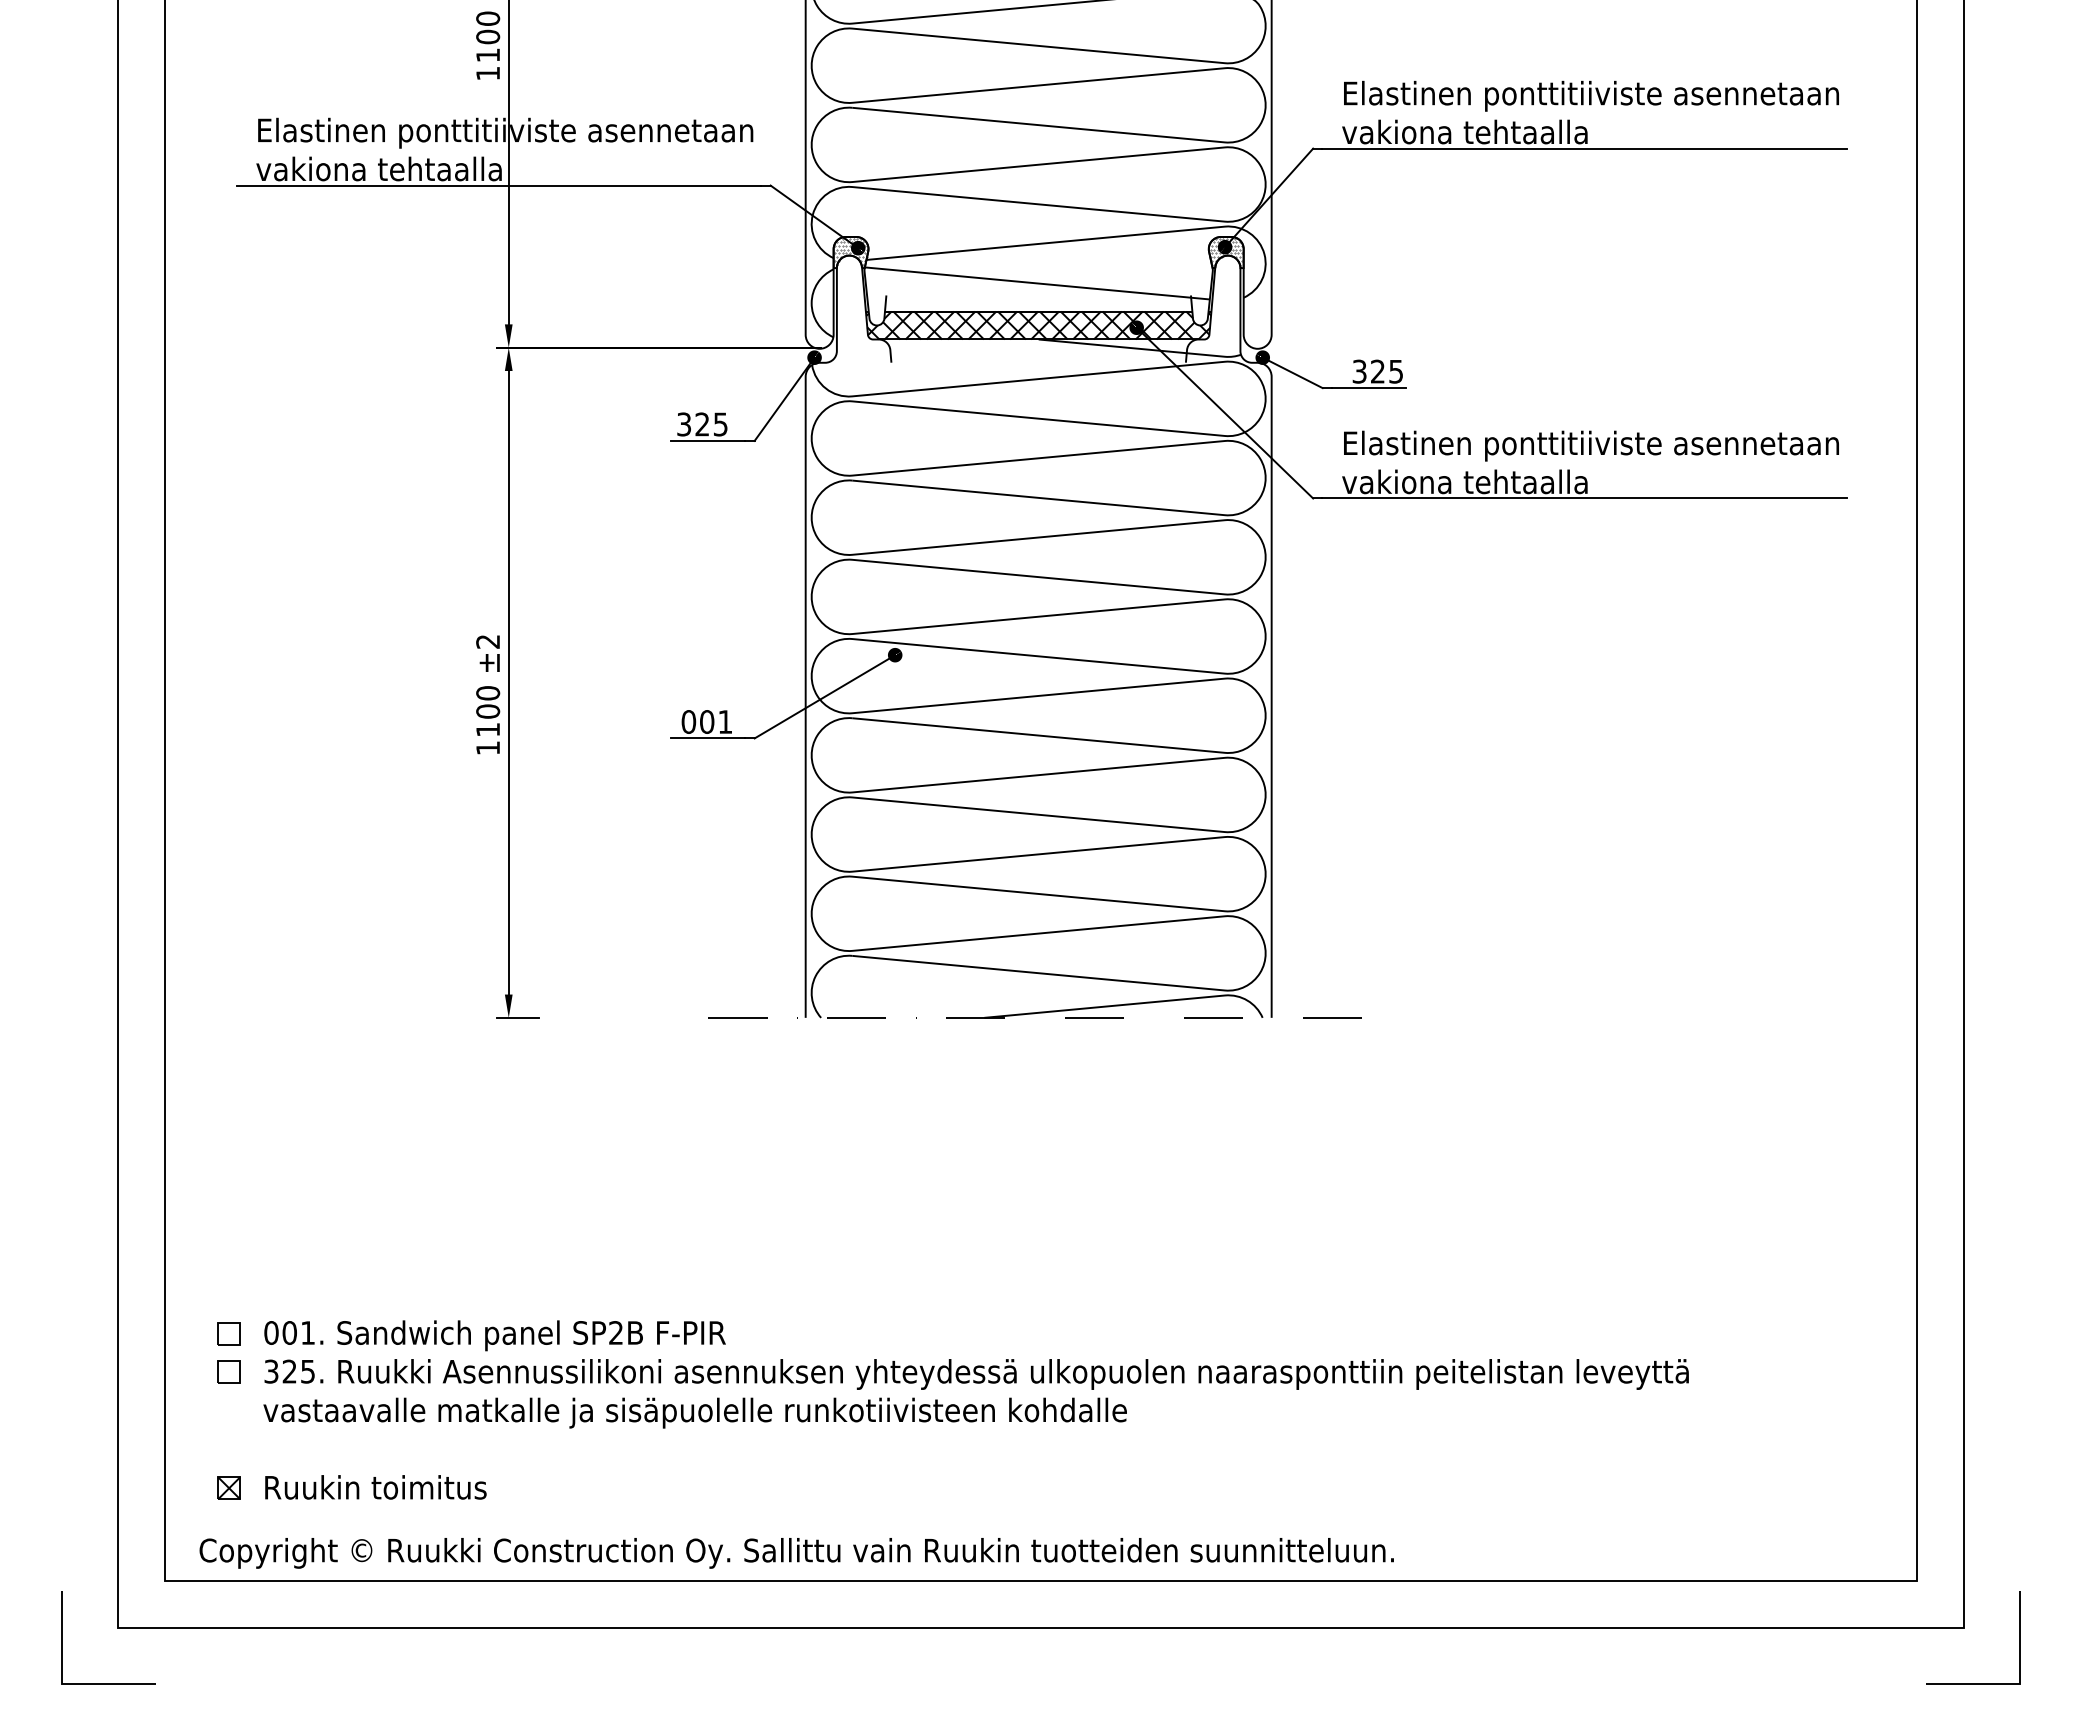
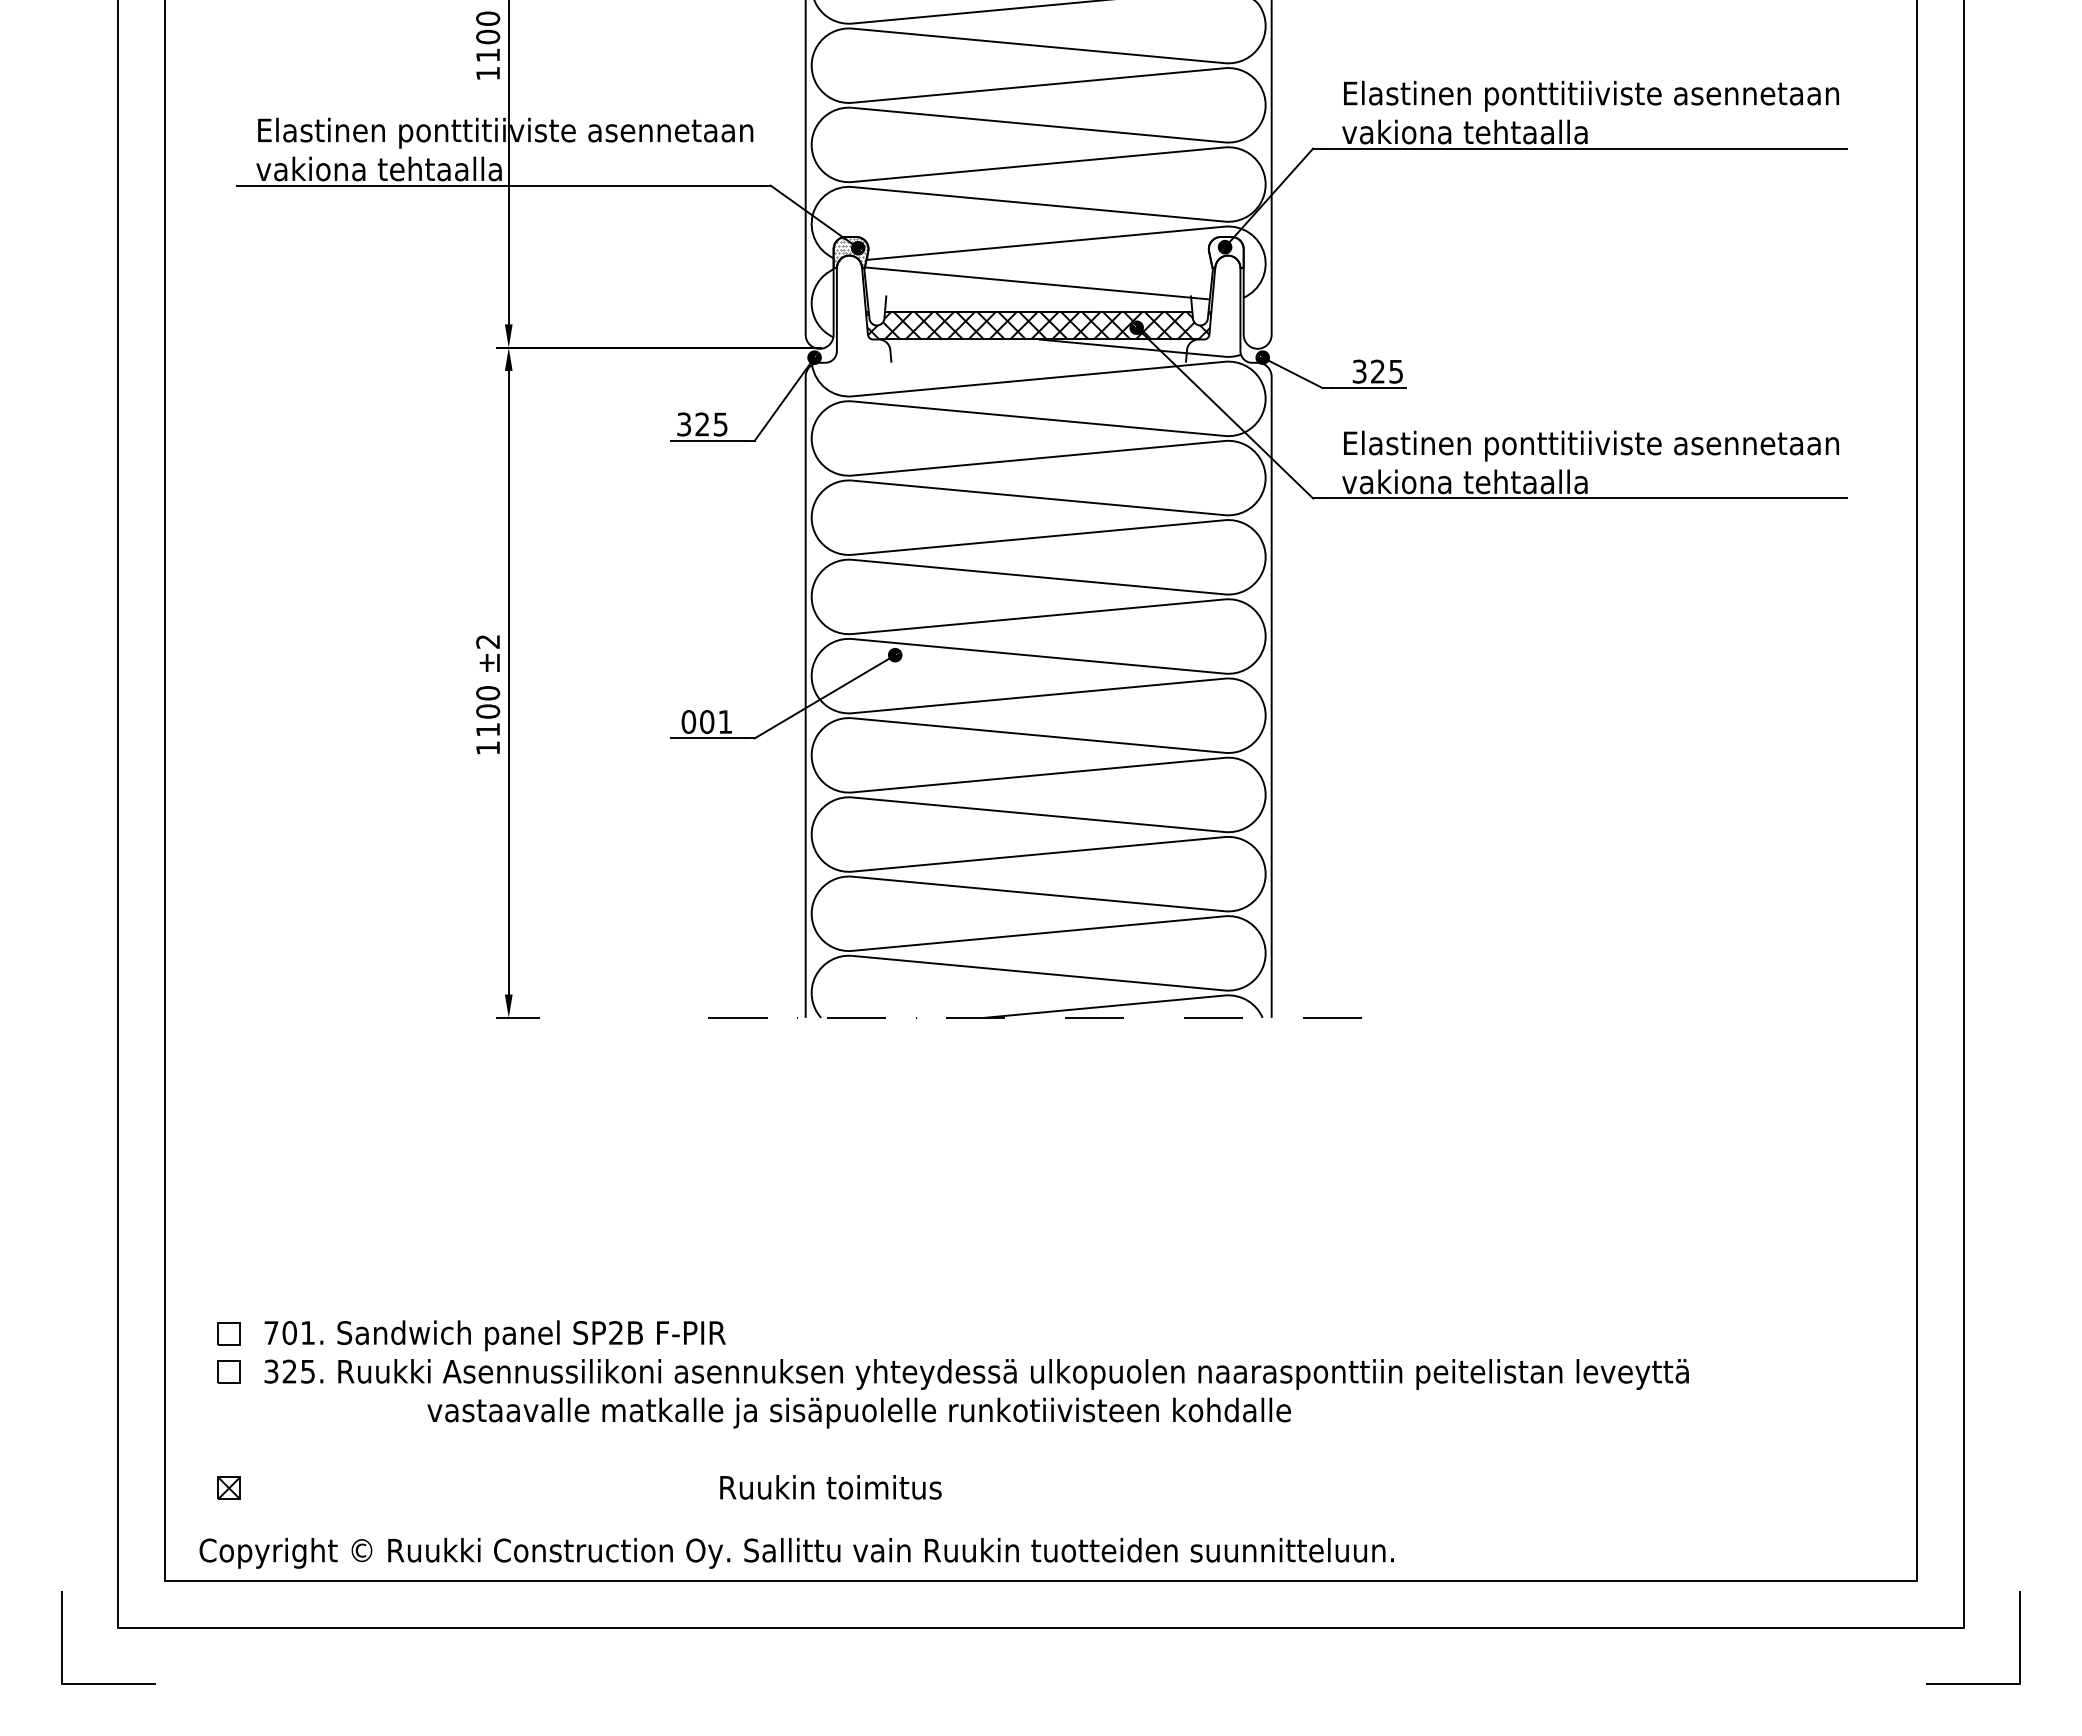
hatch at (1225, 251): present -> none
text at (271, 1332): 001. -> 701.
text at (694, 1412) position: (694, 1412) -> (858, 1412)
text at (375, 1487) position: (375, 1487) -> (830, 1487)
